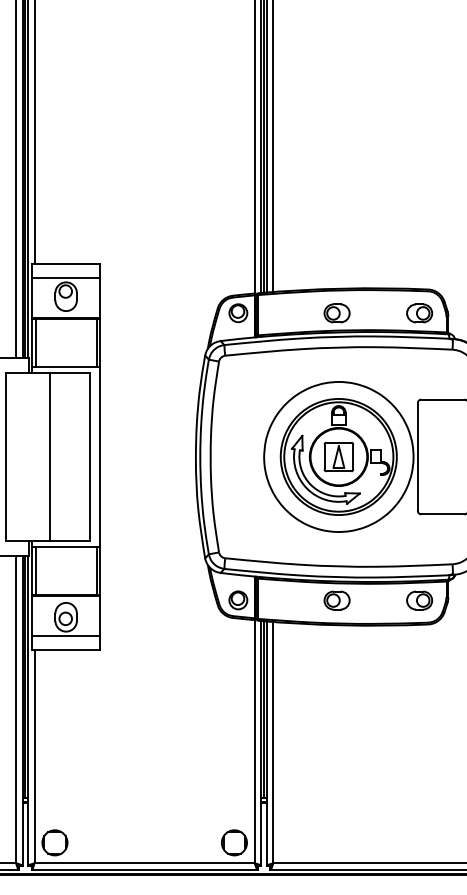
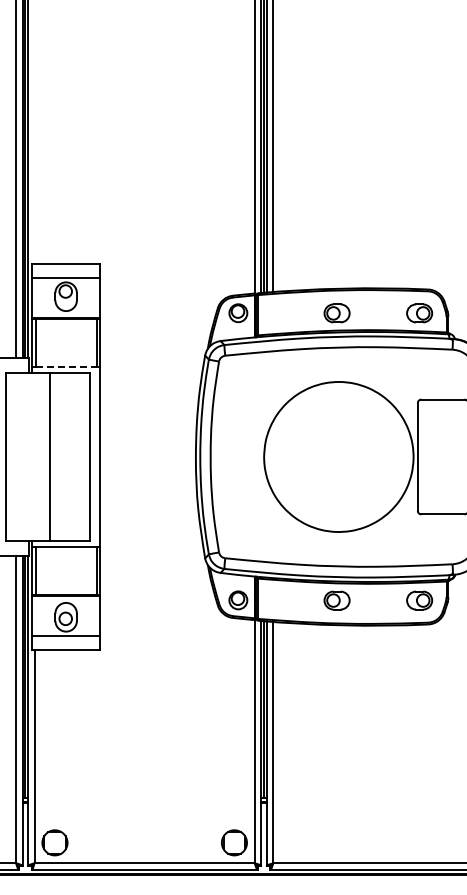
line at (34, 133): present -> none
line at (66, 366): solid -> dashed
part at (338, 456): present -> none
